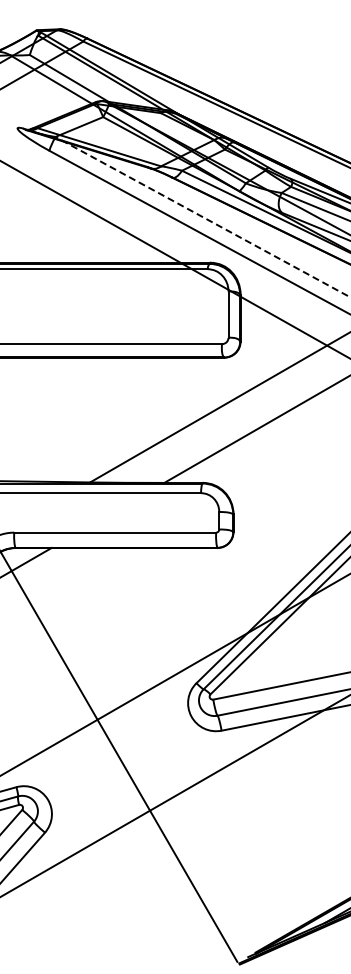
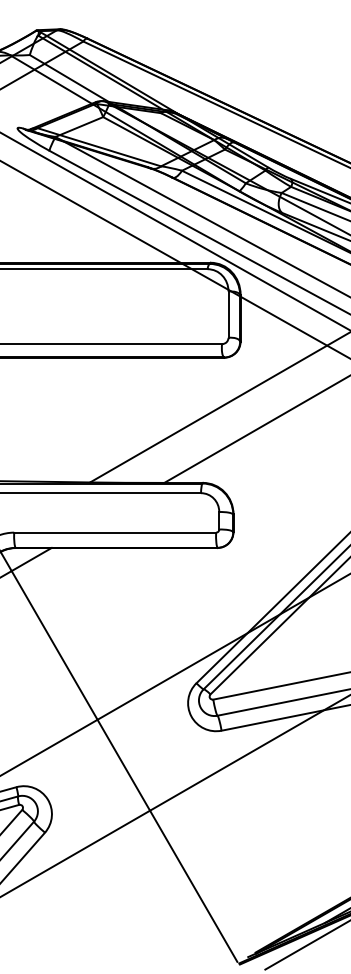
line at (203, 217): dashed -> solid
line at (174, 231): none -> present
line at (306, 945): none -> present
